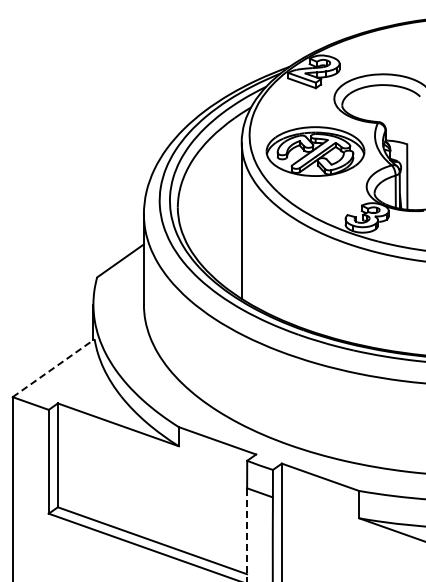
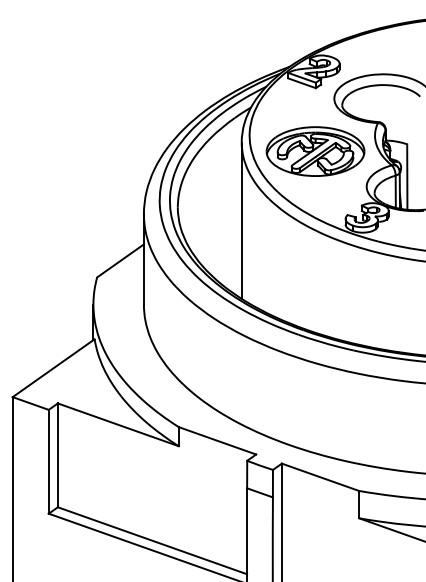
line at (54, 367): dashed -> solid
line at (247, 535): dashed -> solid
